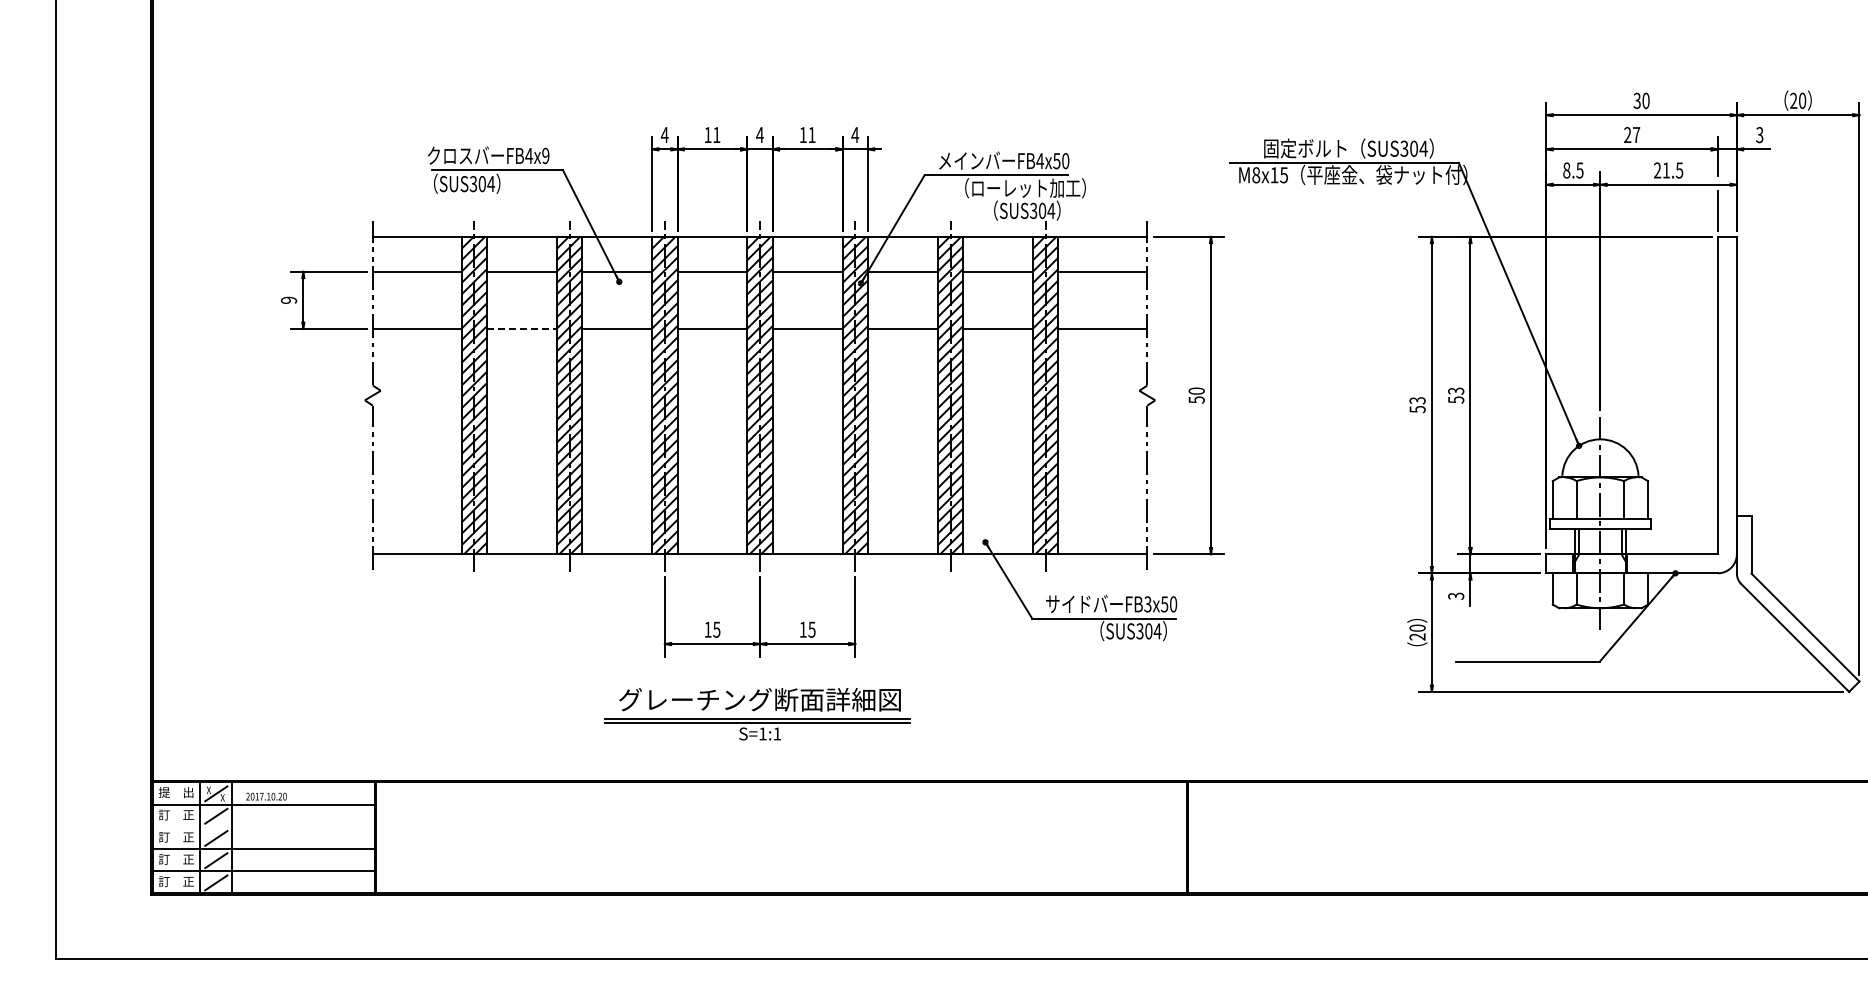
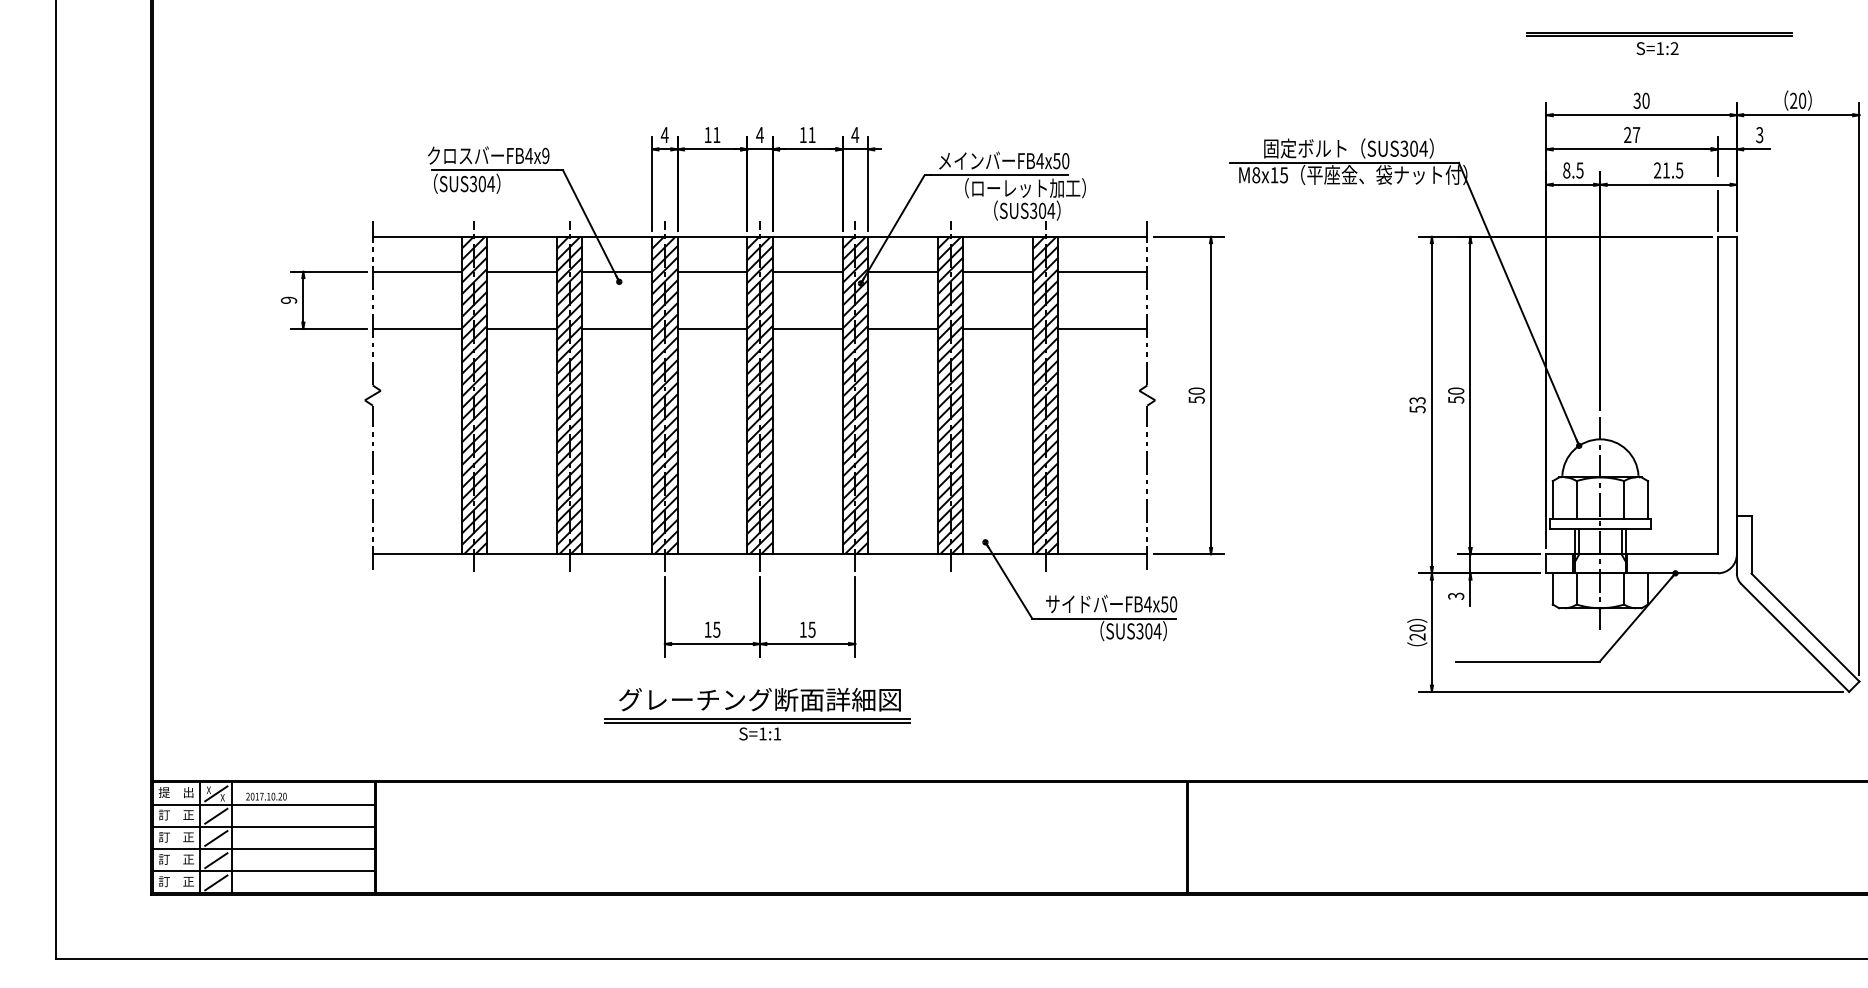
part at (1659, 43): none -> present
line at (522, 328): dashed -> solid
text at (1456, 390): 53 -> 50
text at (1147, 604): FB3x50 -> FB4x50
line at (263, 826): none -> present
